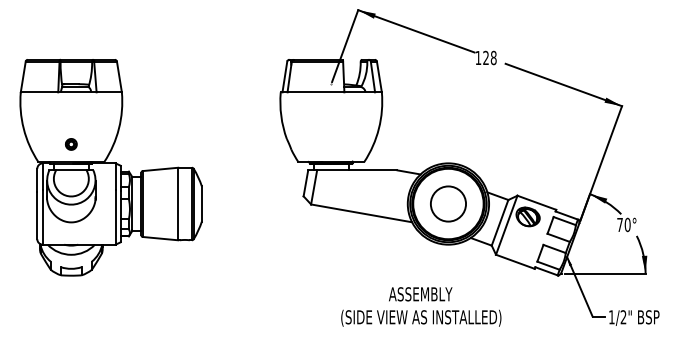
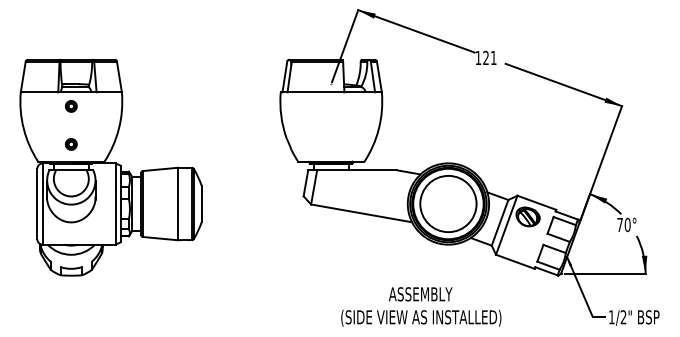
text at (493, 57): 128 -> 121
part at (71, 106): none -> present
circle at (448, 203) diameter: 35 px -> 56 px
